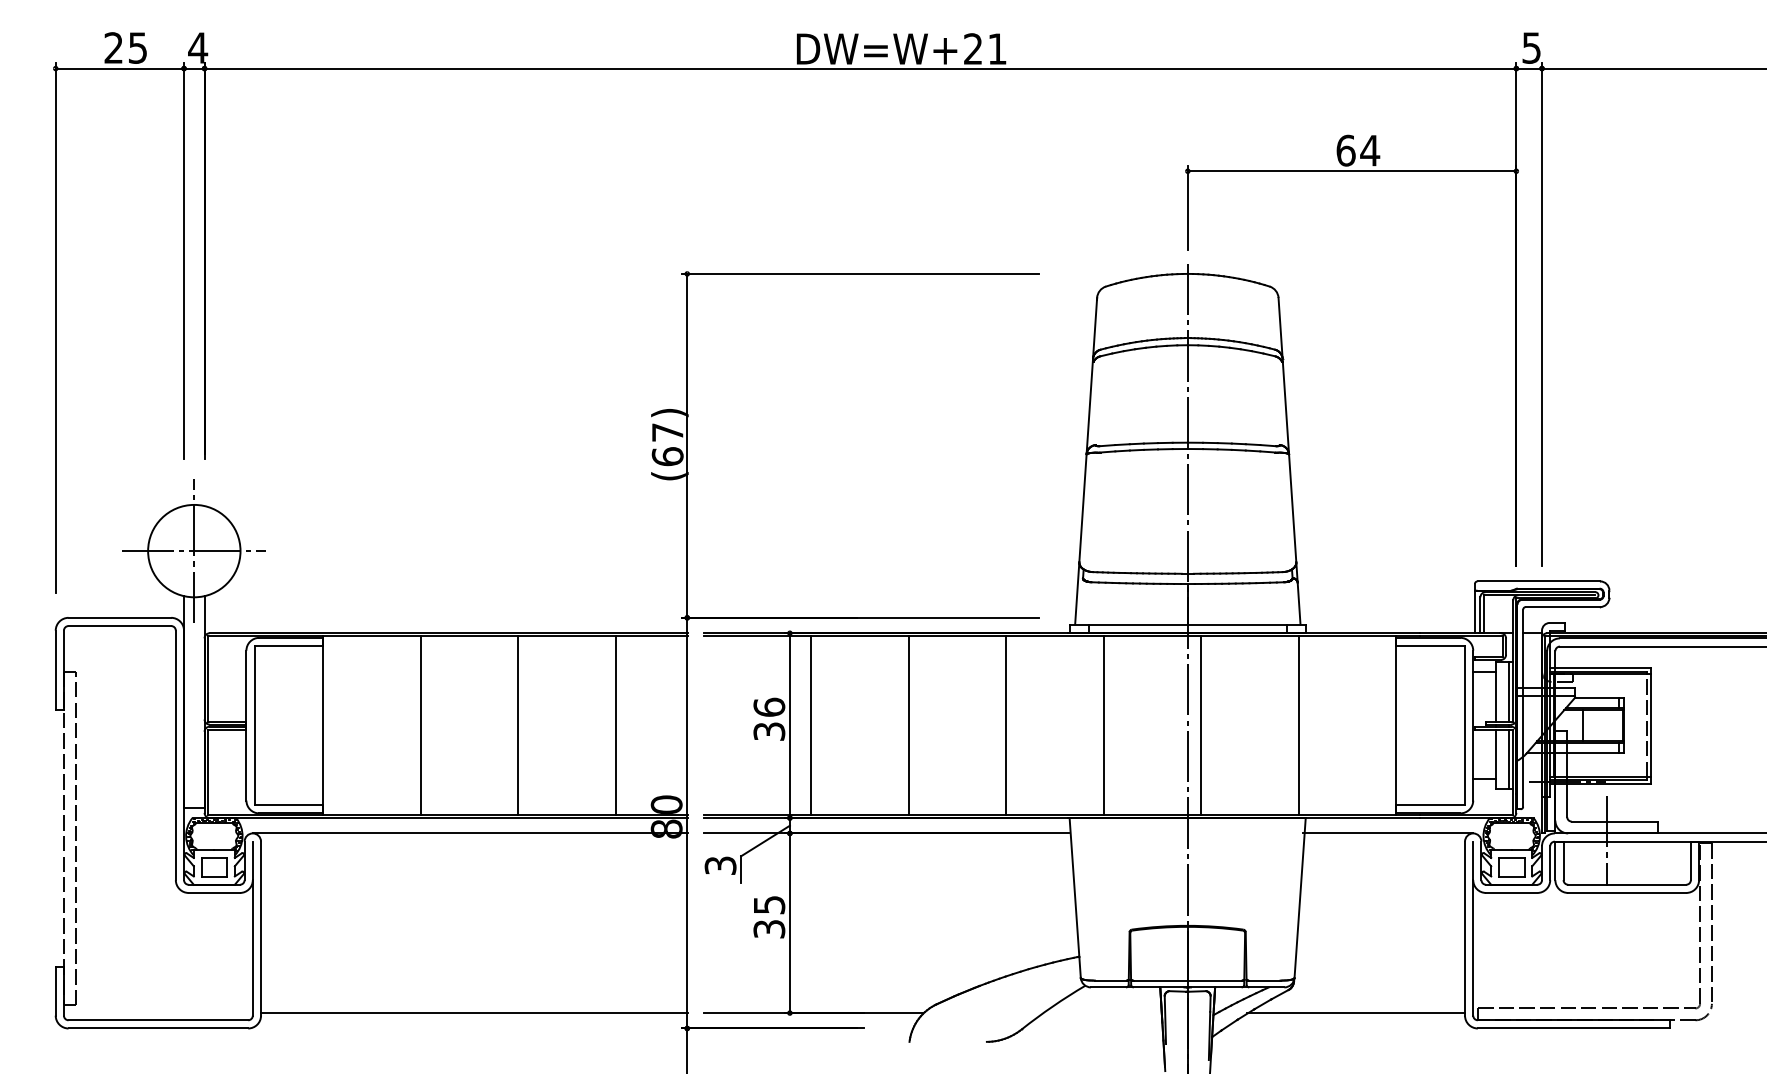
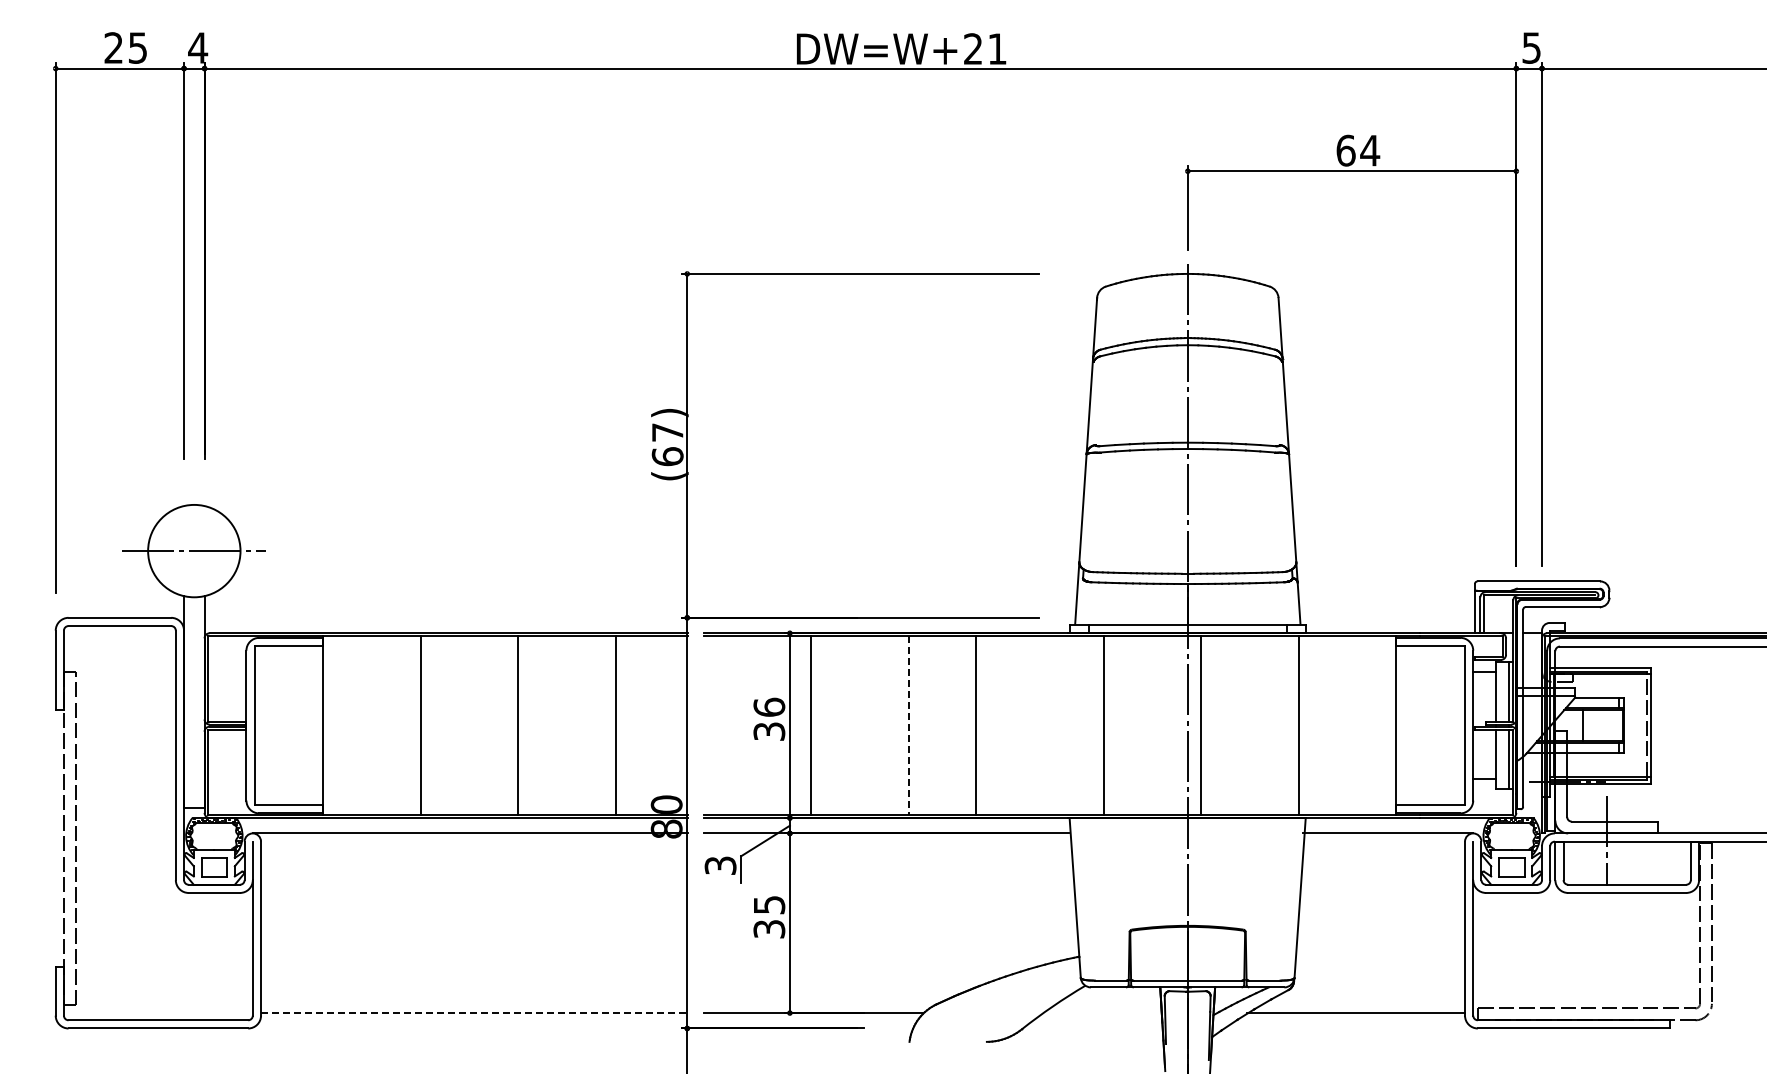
line at (194, 550): present -> none
line at (1006, 725) position: (1006, 725) -> (976, 725)
line at (908, 726): solid -> dashed
line at (474, 1013): solid -> dashed
